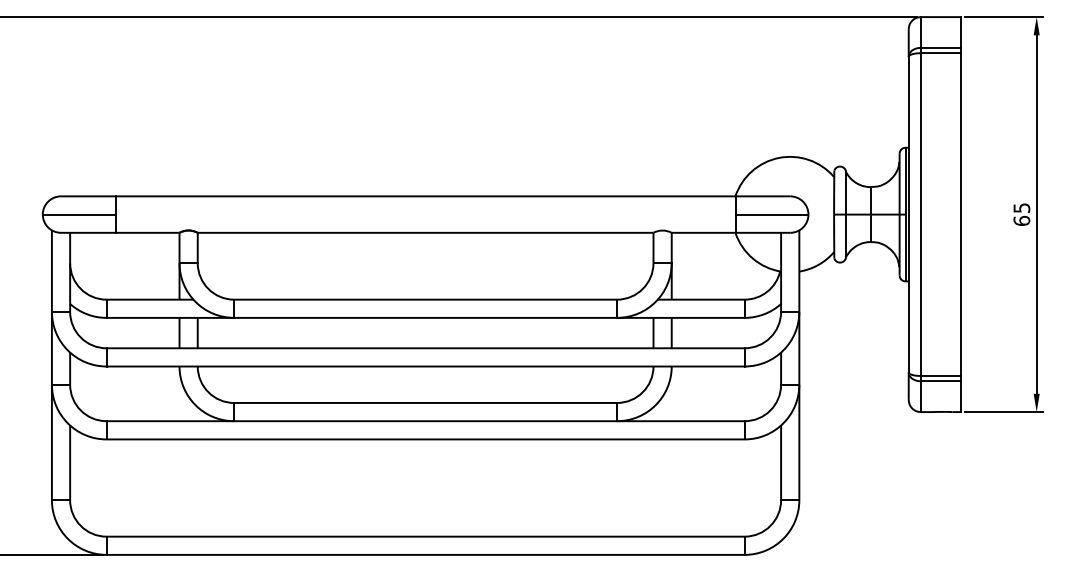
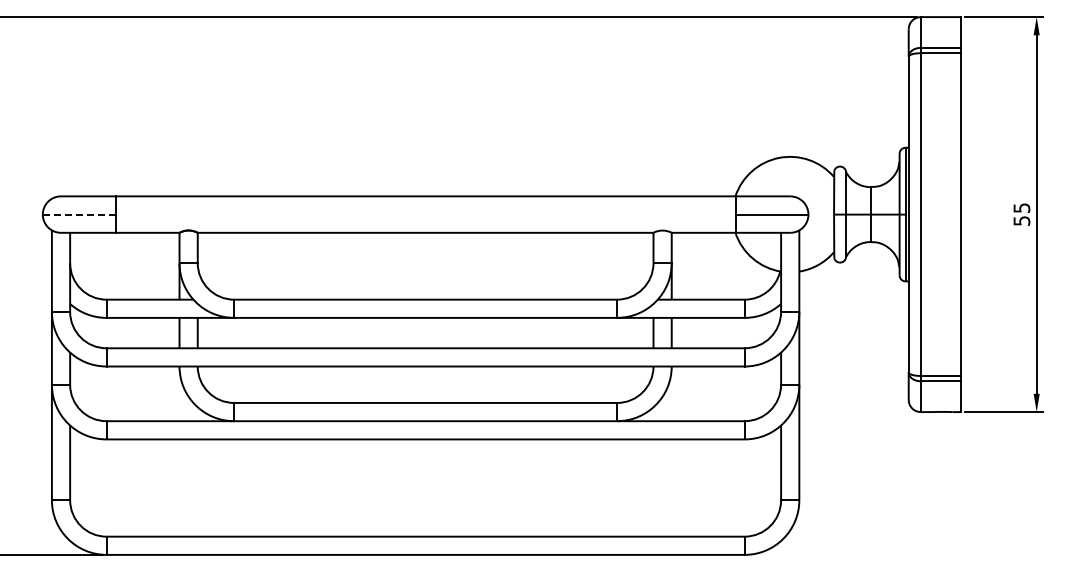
line at (78, 214): solid -> dashed
text at (1021, 220): 65 -> 55
